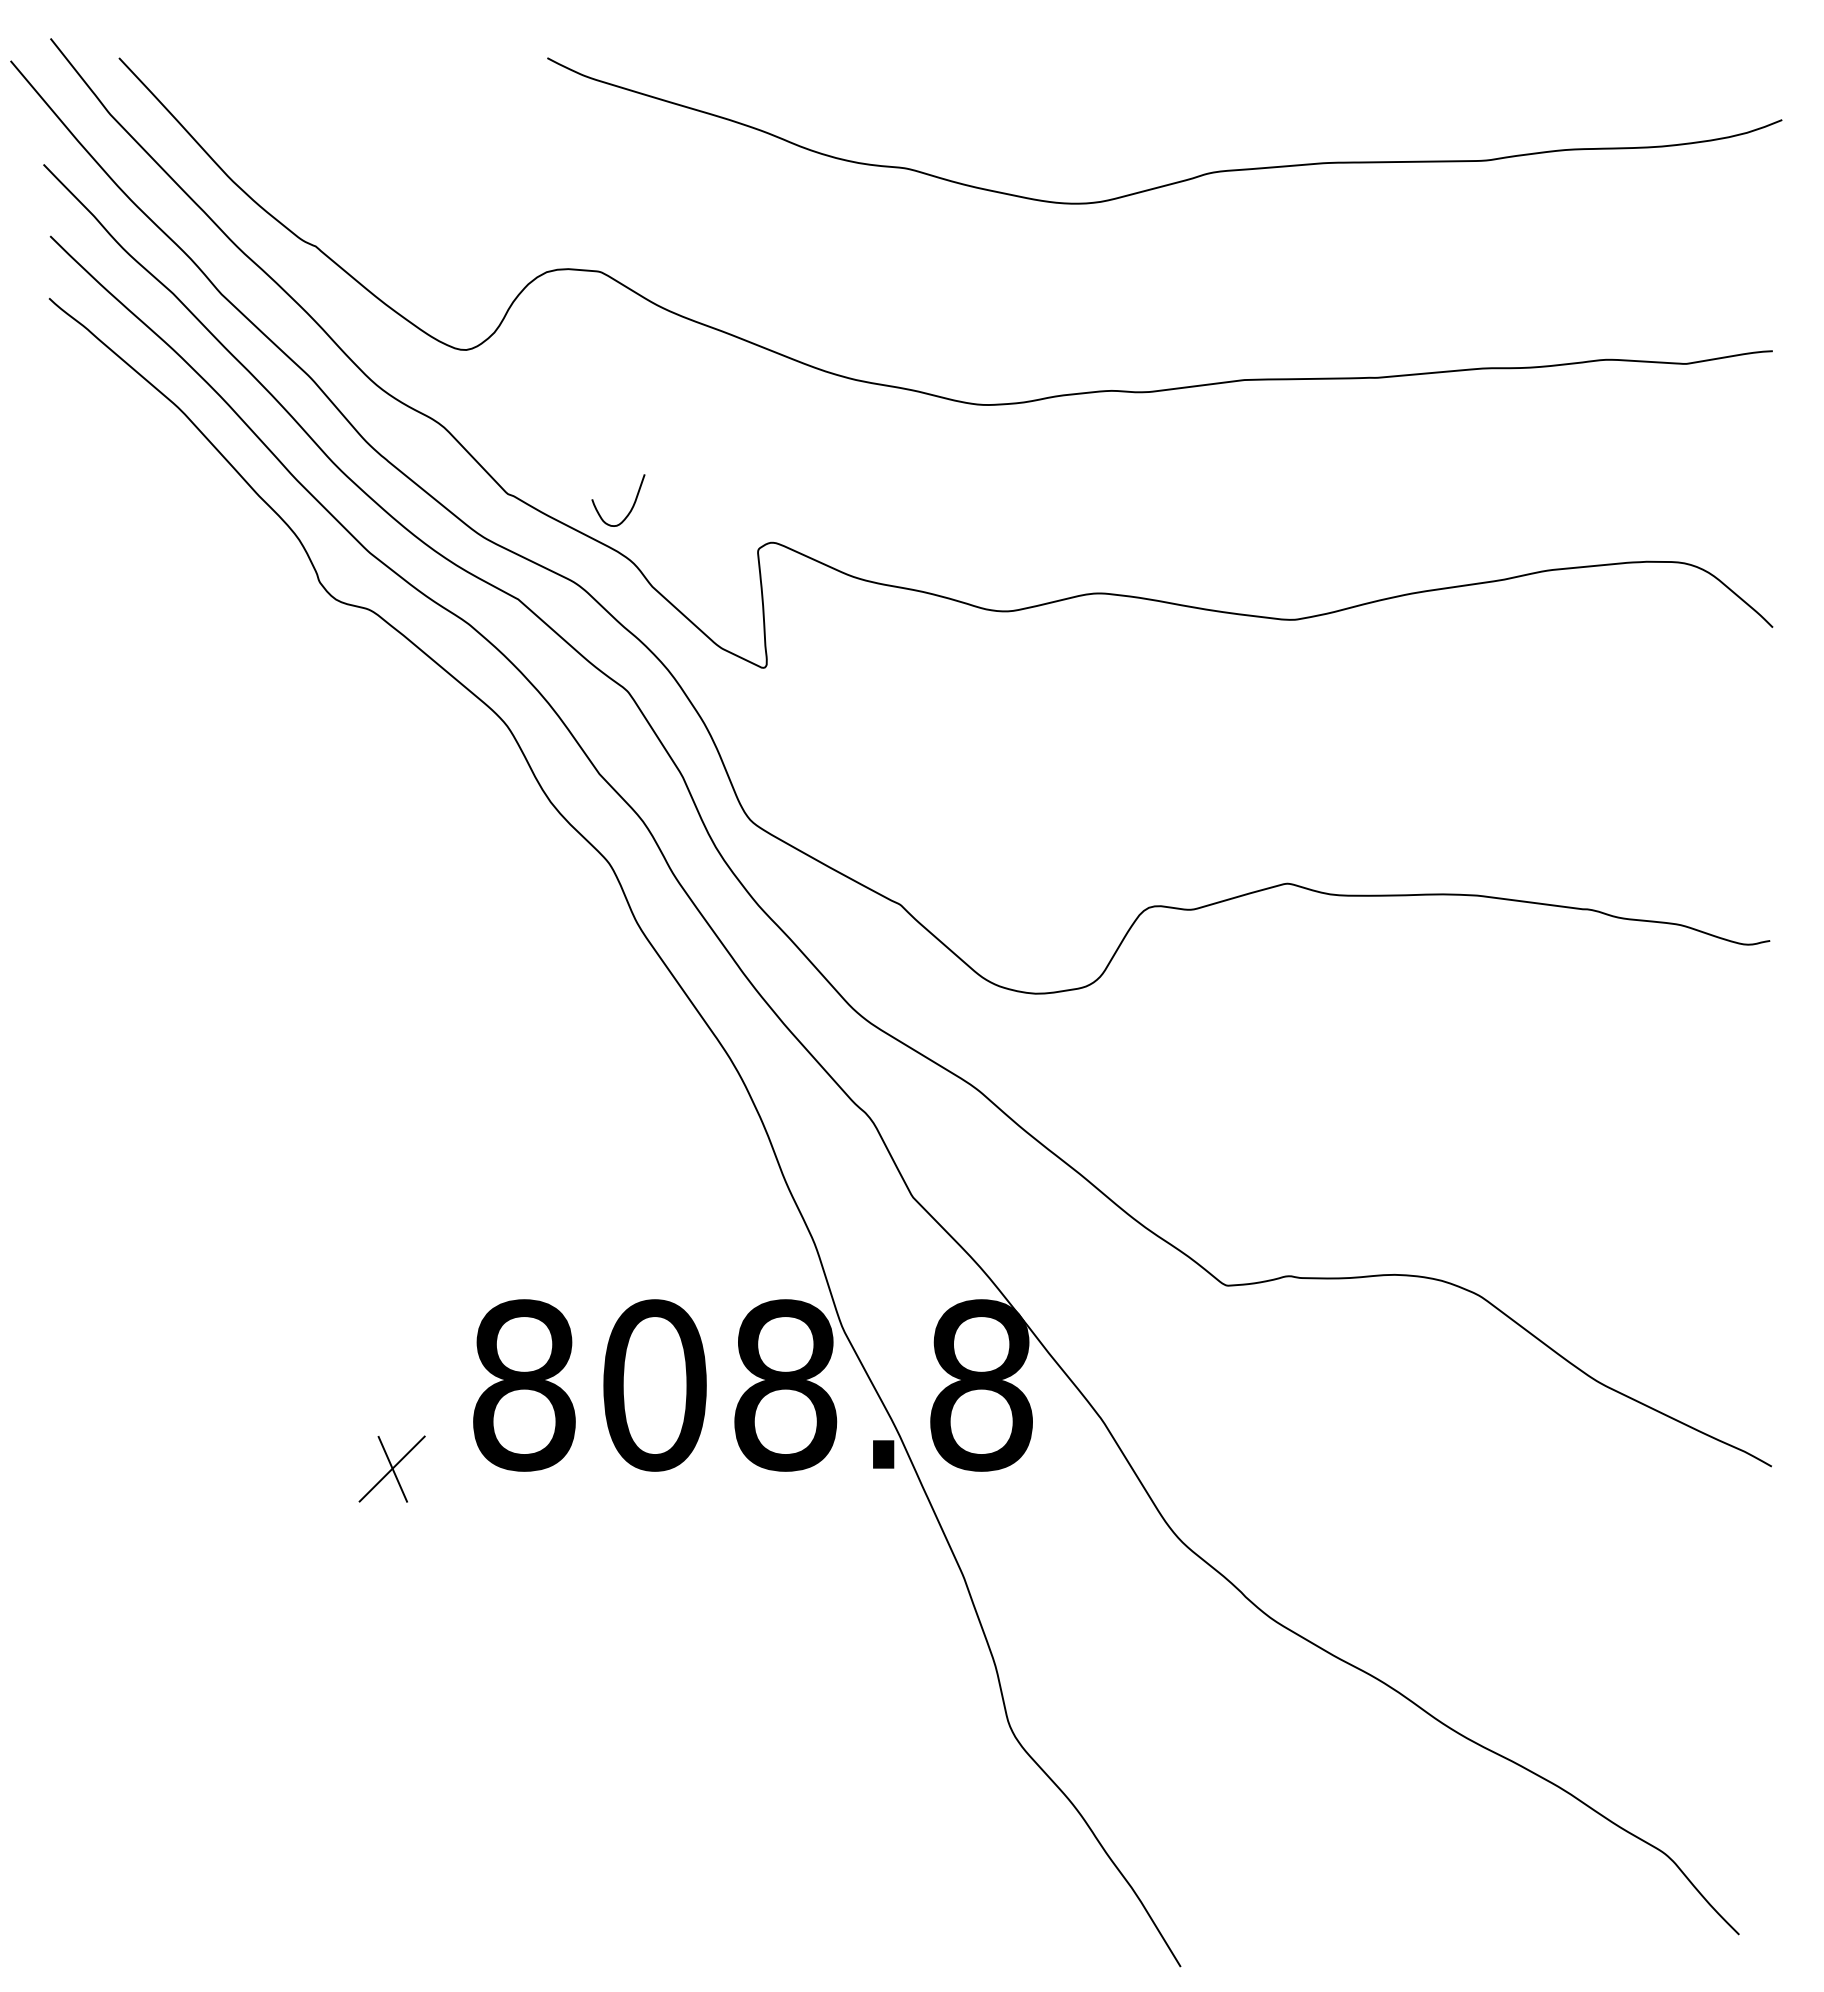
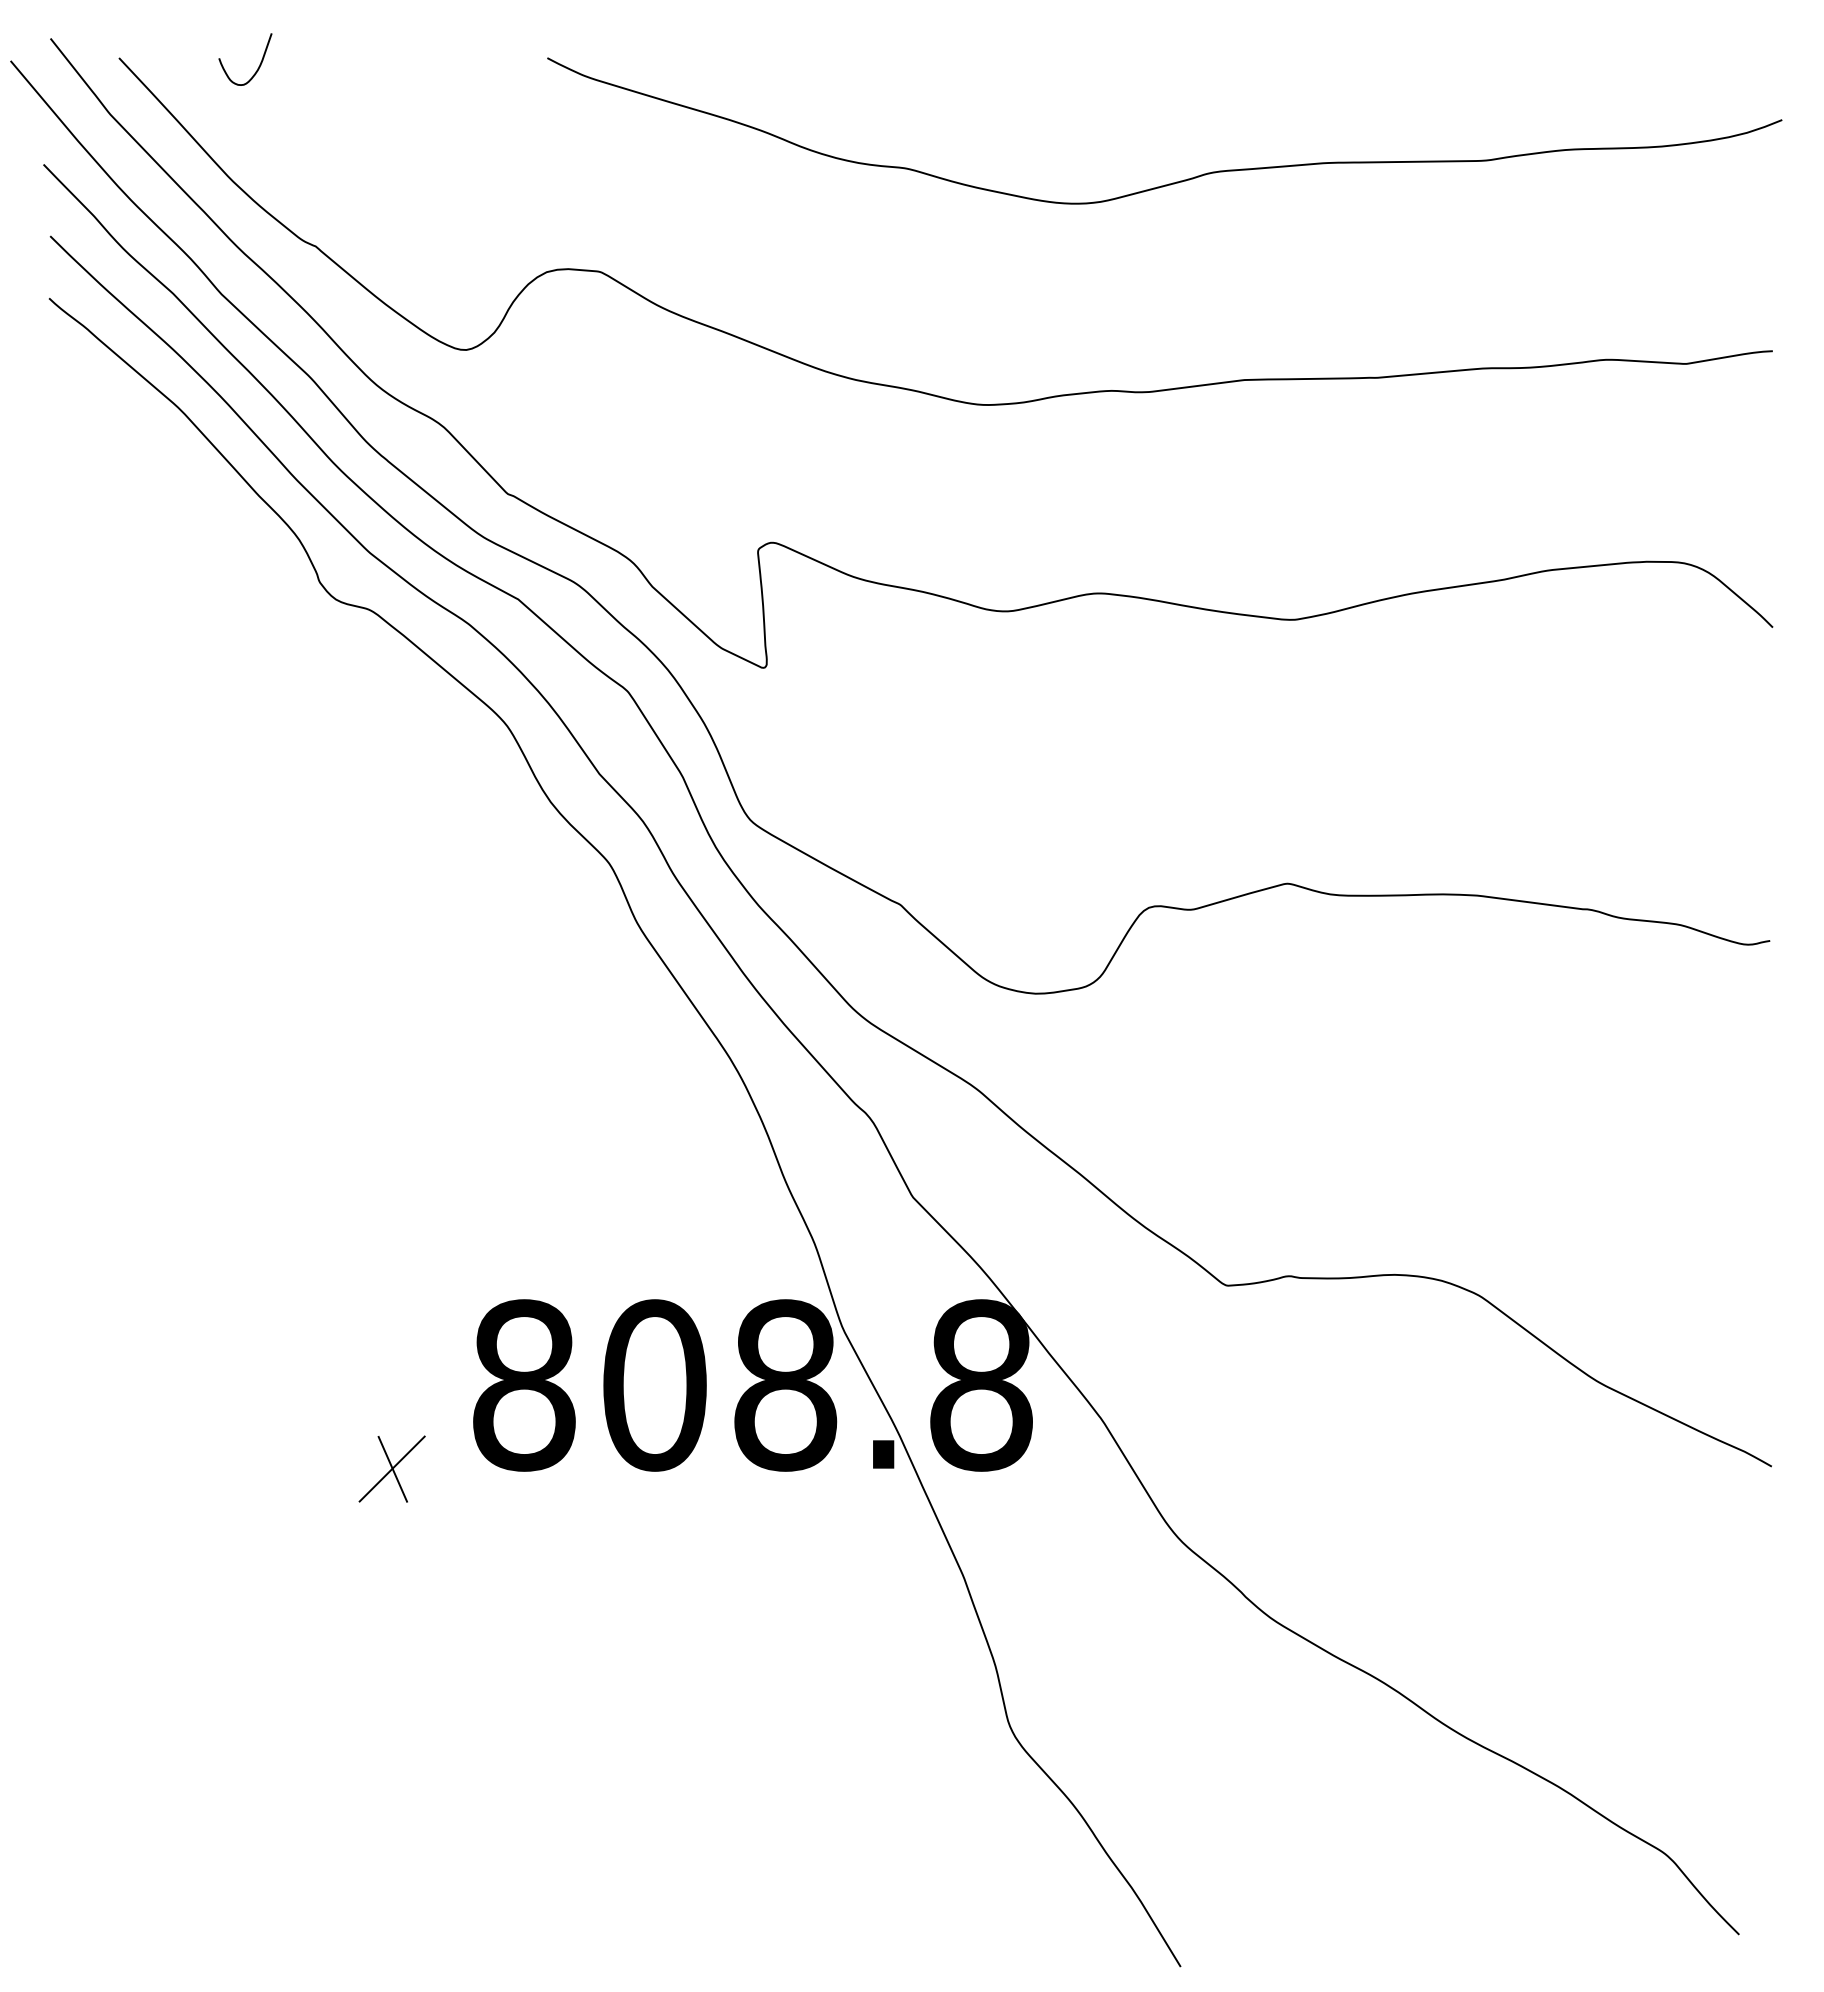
curve at (631, 507) position: (631, 507) -> (258, 66)
